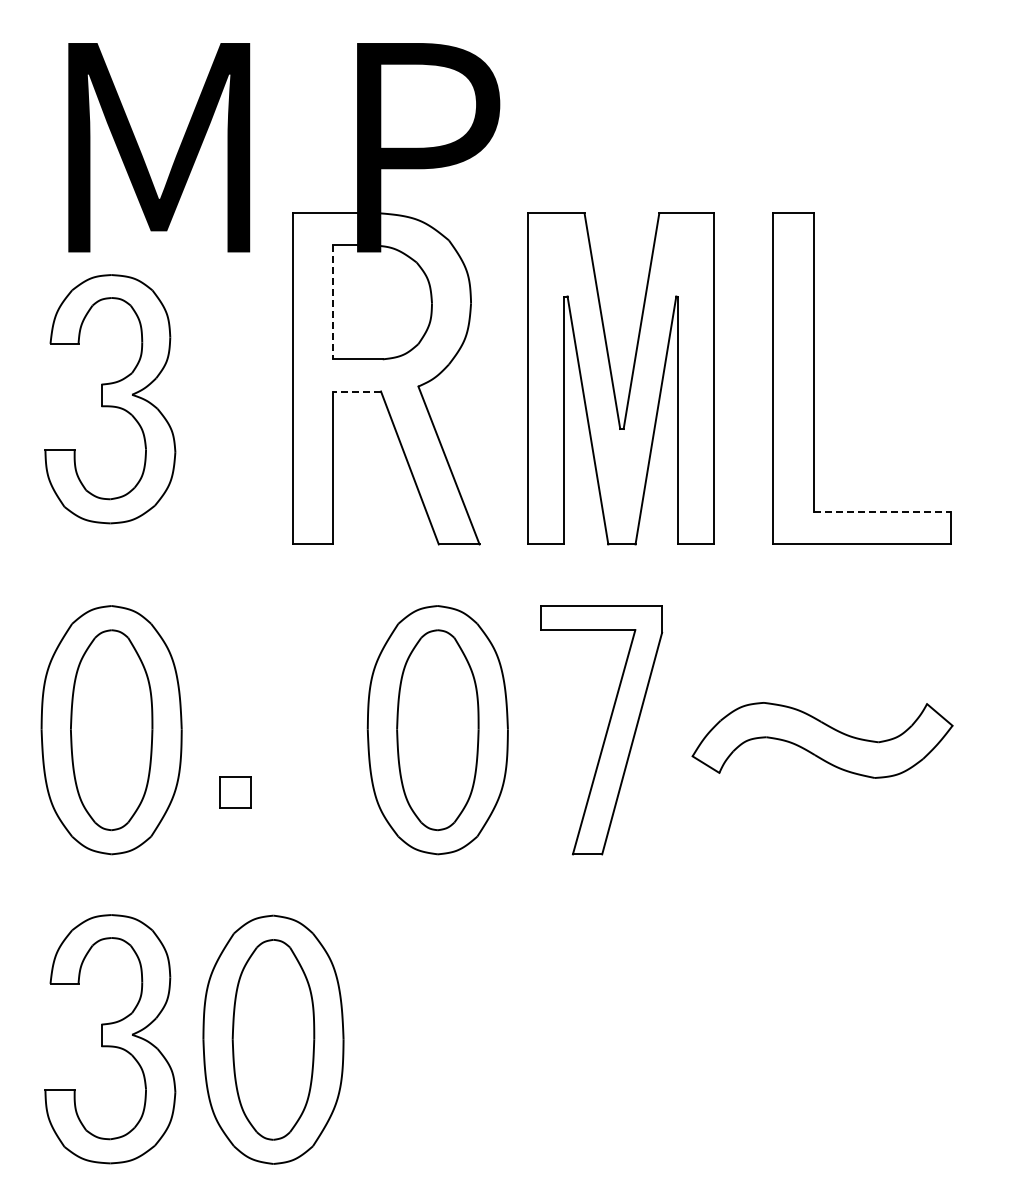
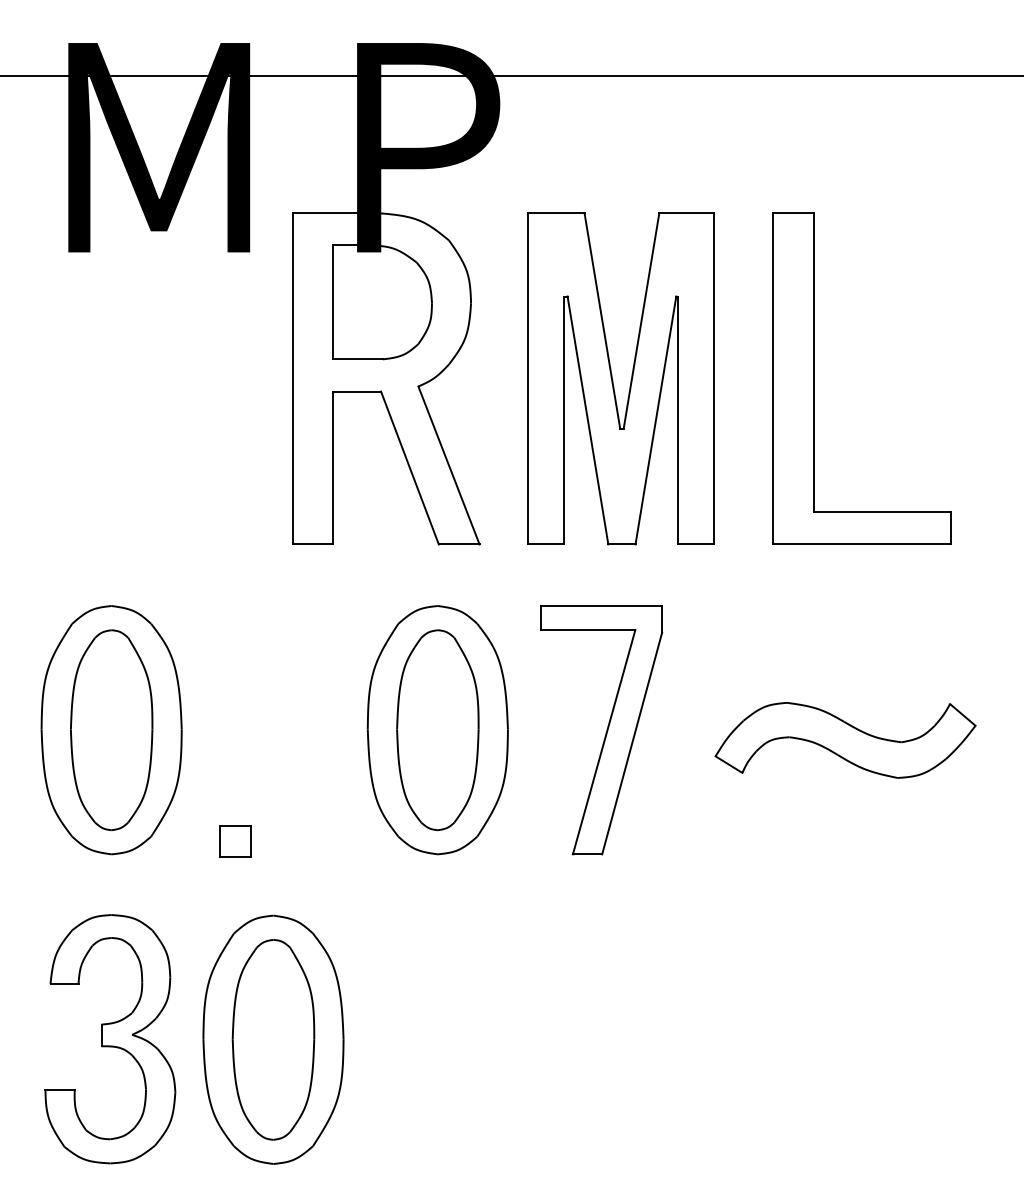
line at (511, 76): none -> present
line at (333, 302): dashed -> solid
line at (357, 391): dashed -> solid
part at (110, 399): present -> none
line at (882, 512): dashed -> solid
part at (822, 740) position: (822, 740) -> (845, 740)
part at (235, 792) position: (235, 792) -> (235, 841)
